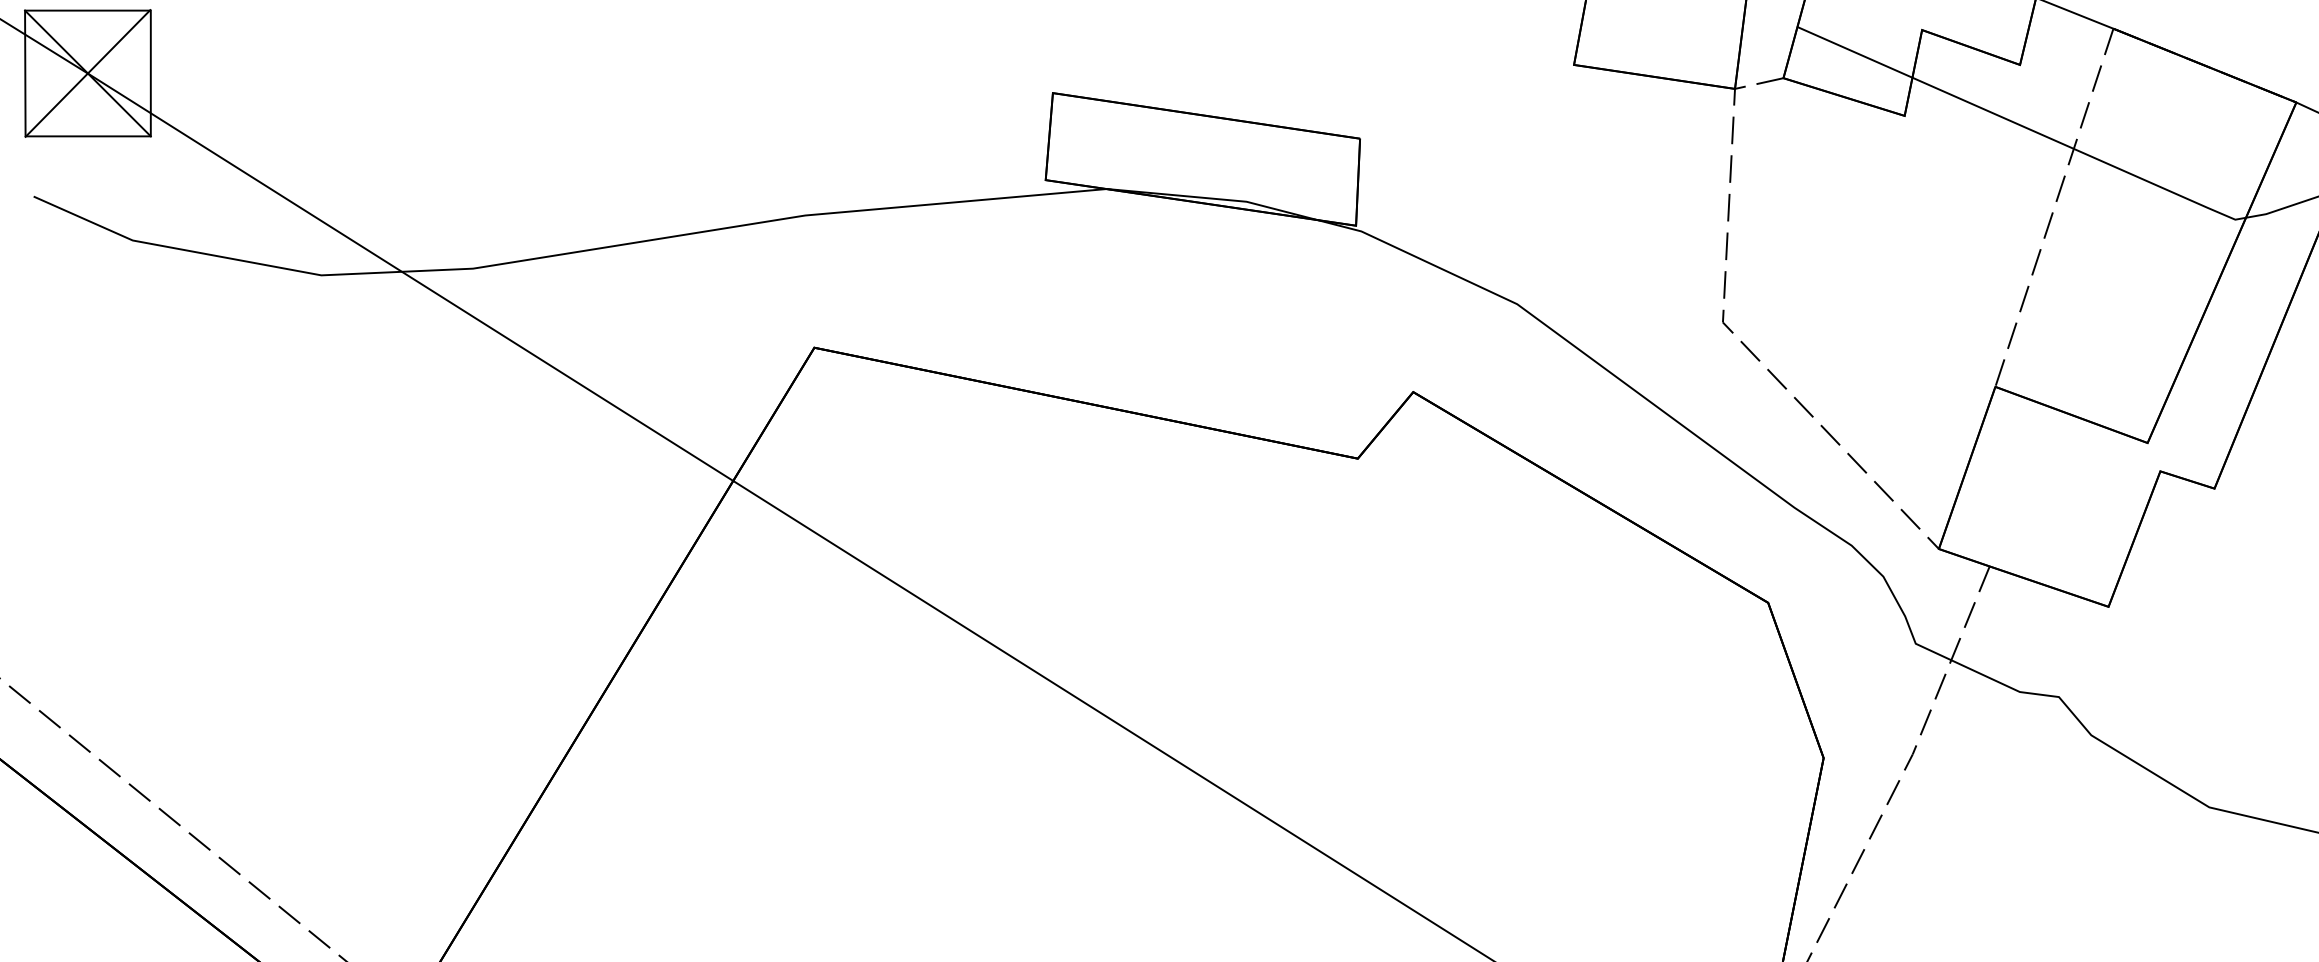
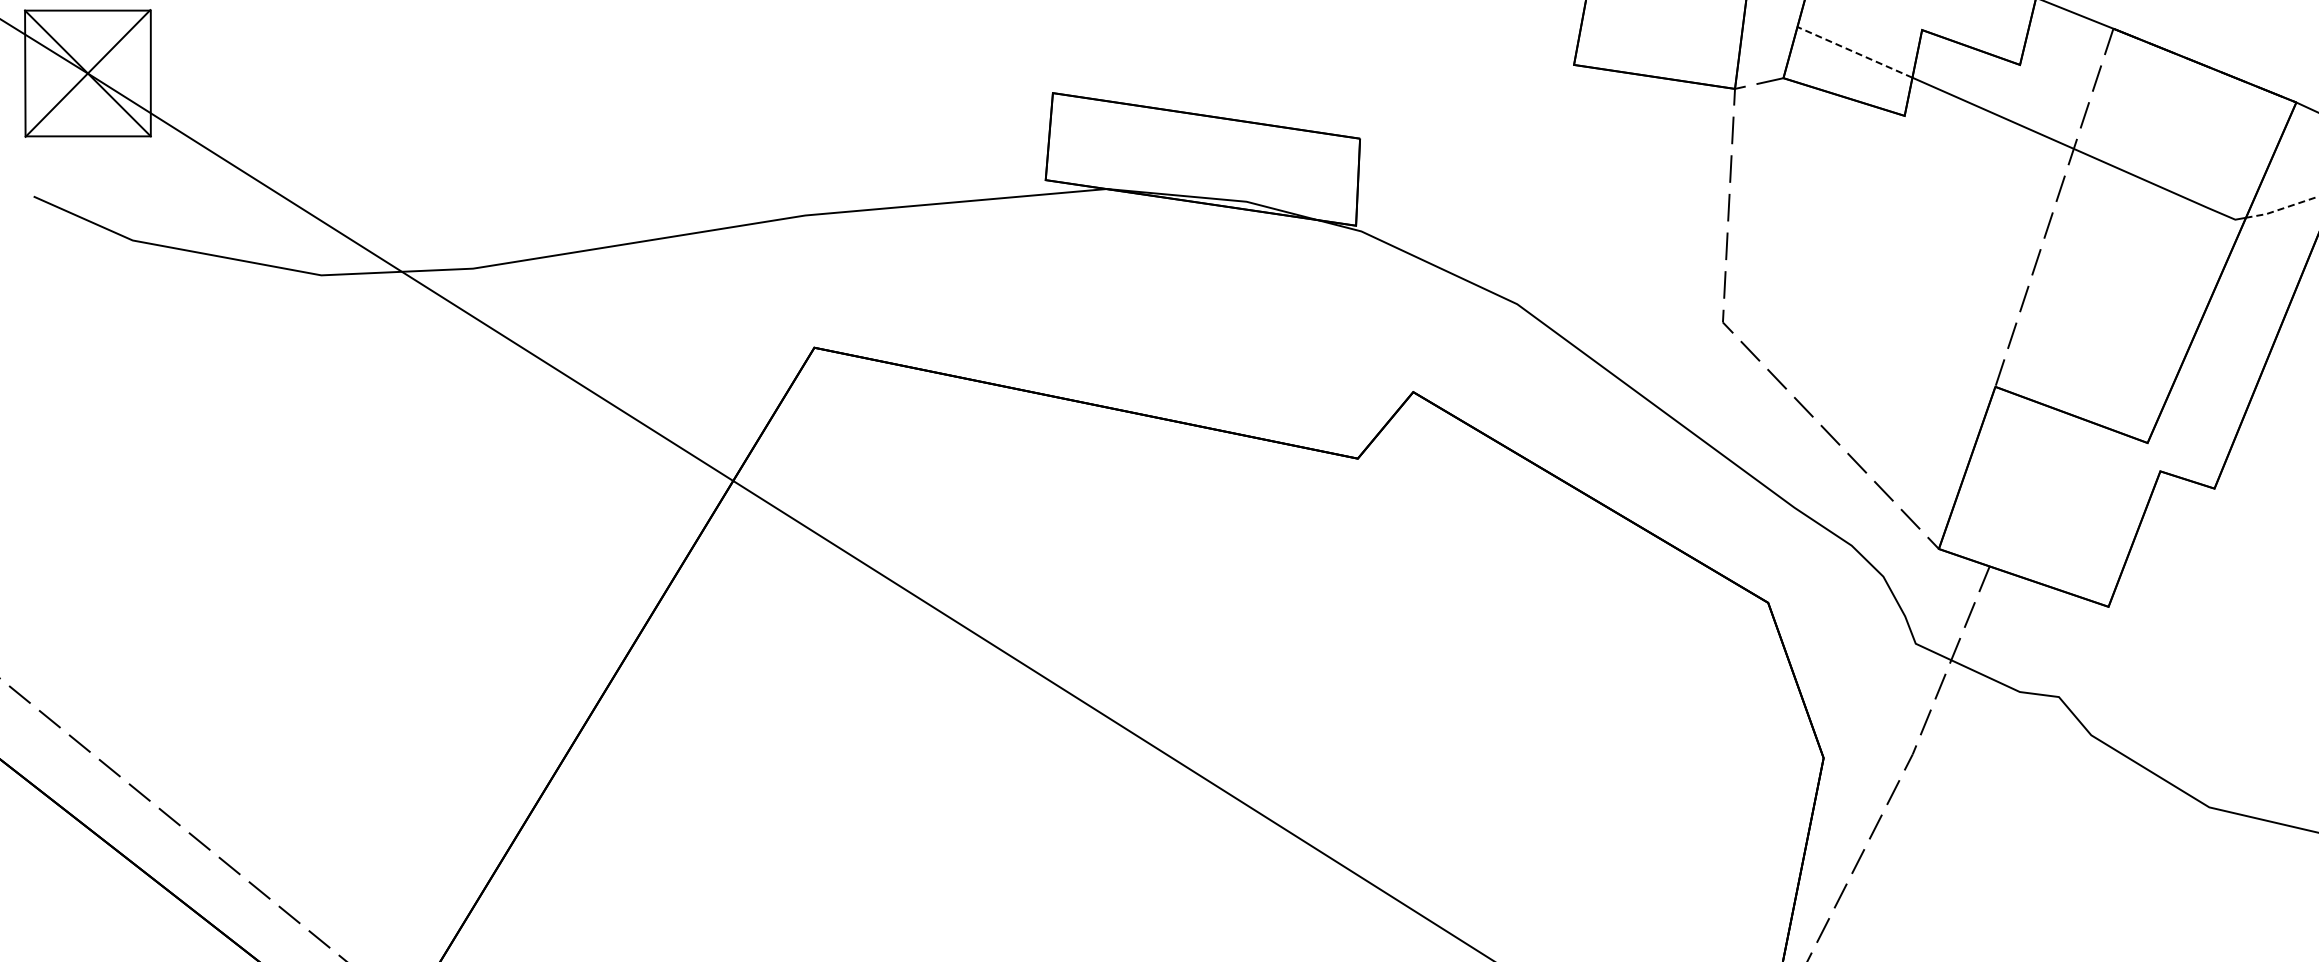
line at (1854, 52): solid -> dashed
line at (2281, 209): solid -> dashed
